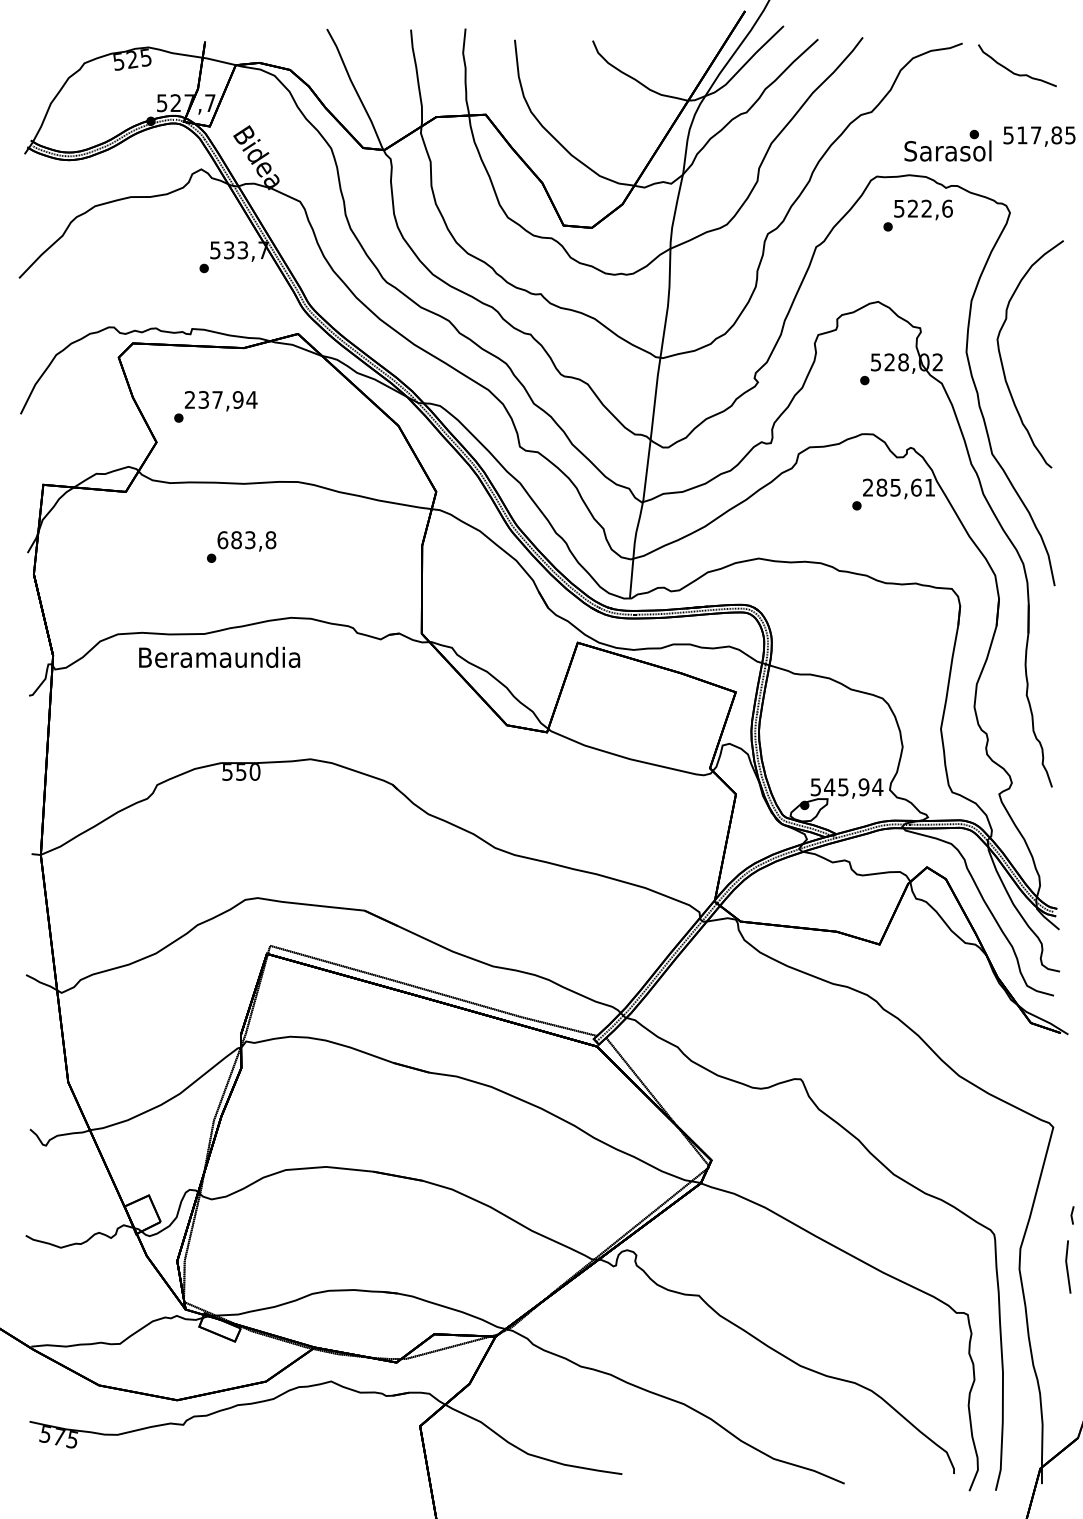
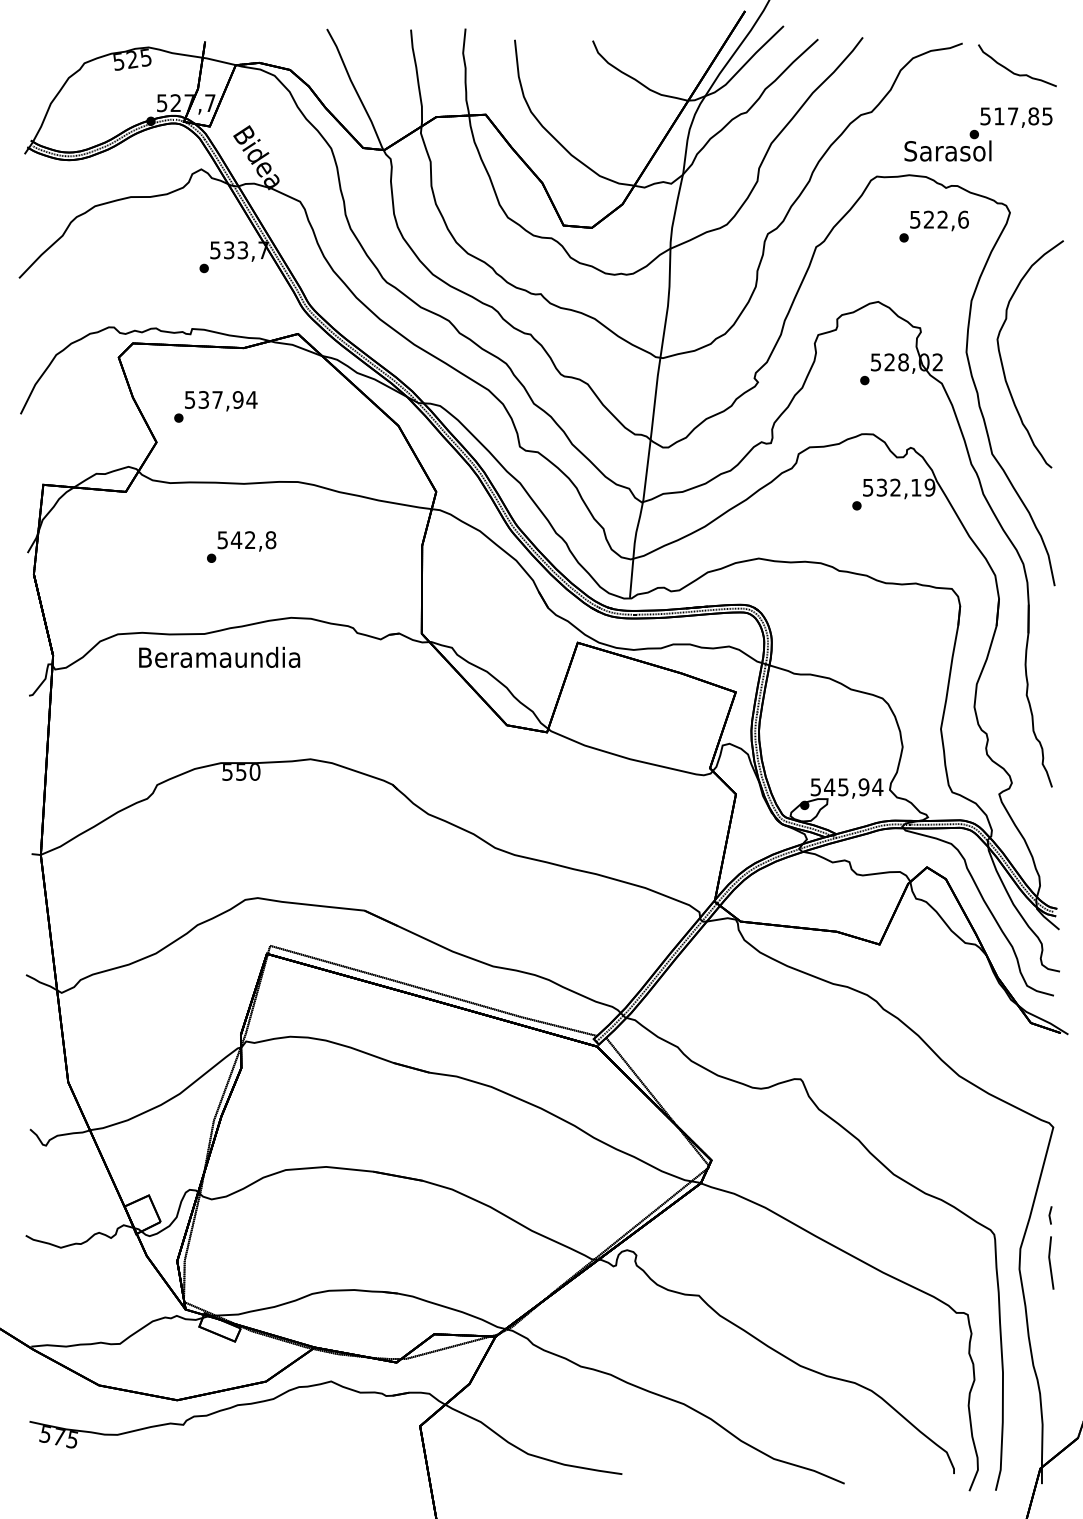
text at (1039, 136) position: (1039, 136) -> (1016, 117)
text at (917, 215) position: (917, 215) -> (933, 226)
text at (190, 399): 237,94 -> 537,94
text at (899, 487): 285,61 -> 532,19
text at (236, 540): 683,8 -> 542,8
line at (1072, 1215) position: (1072, 1215) -> (1050, 1215)
line at (1067, 1266) position: (1067, 1266) -> (1050, 1262)
